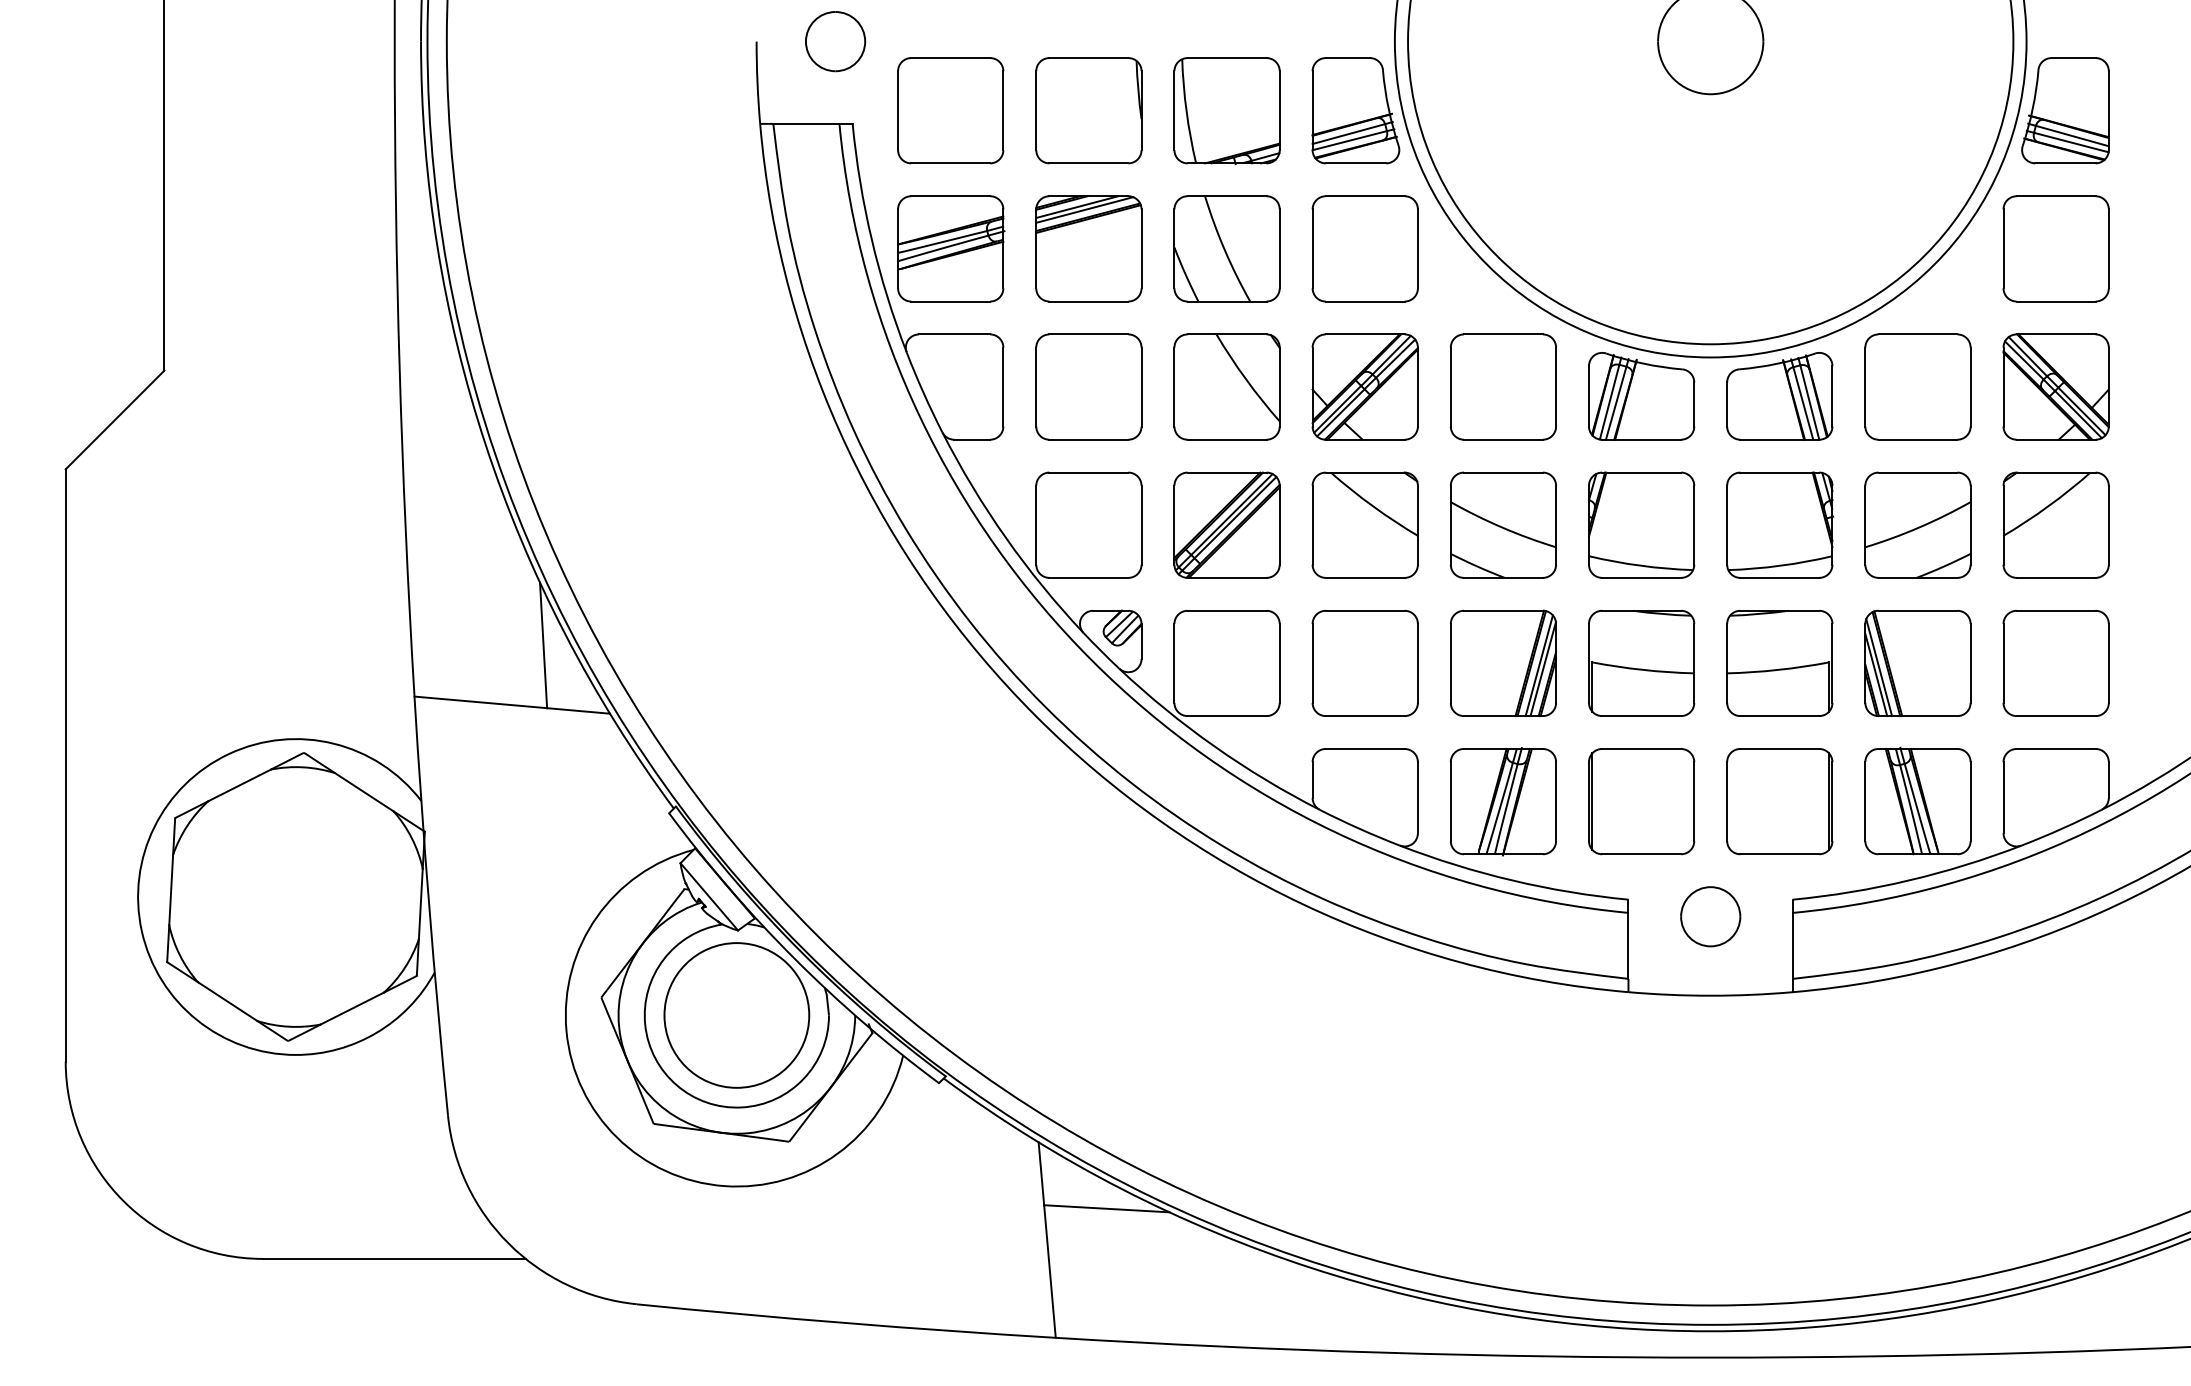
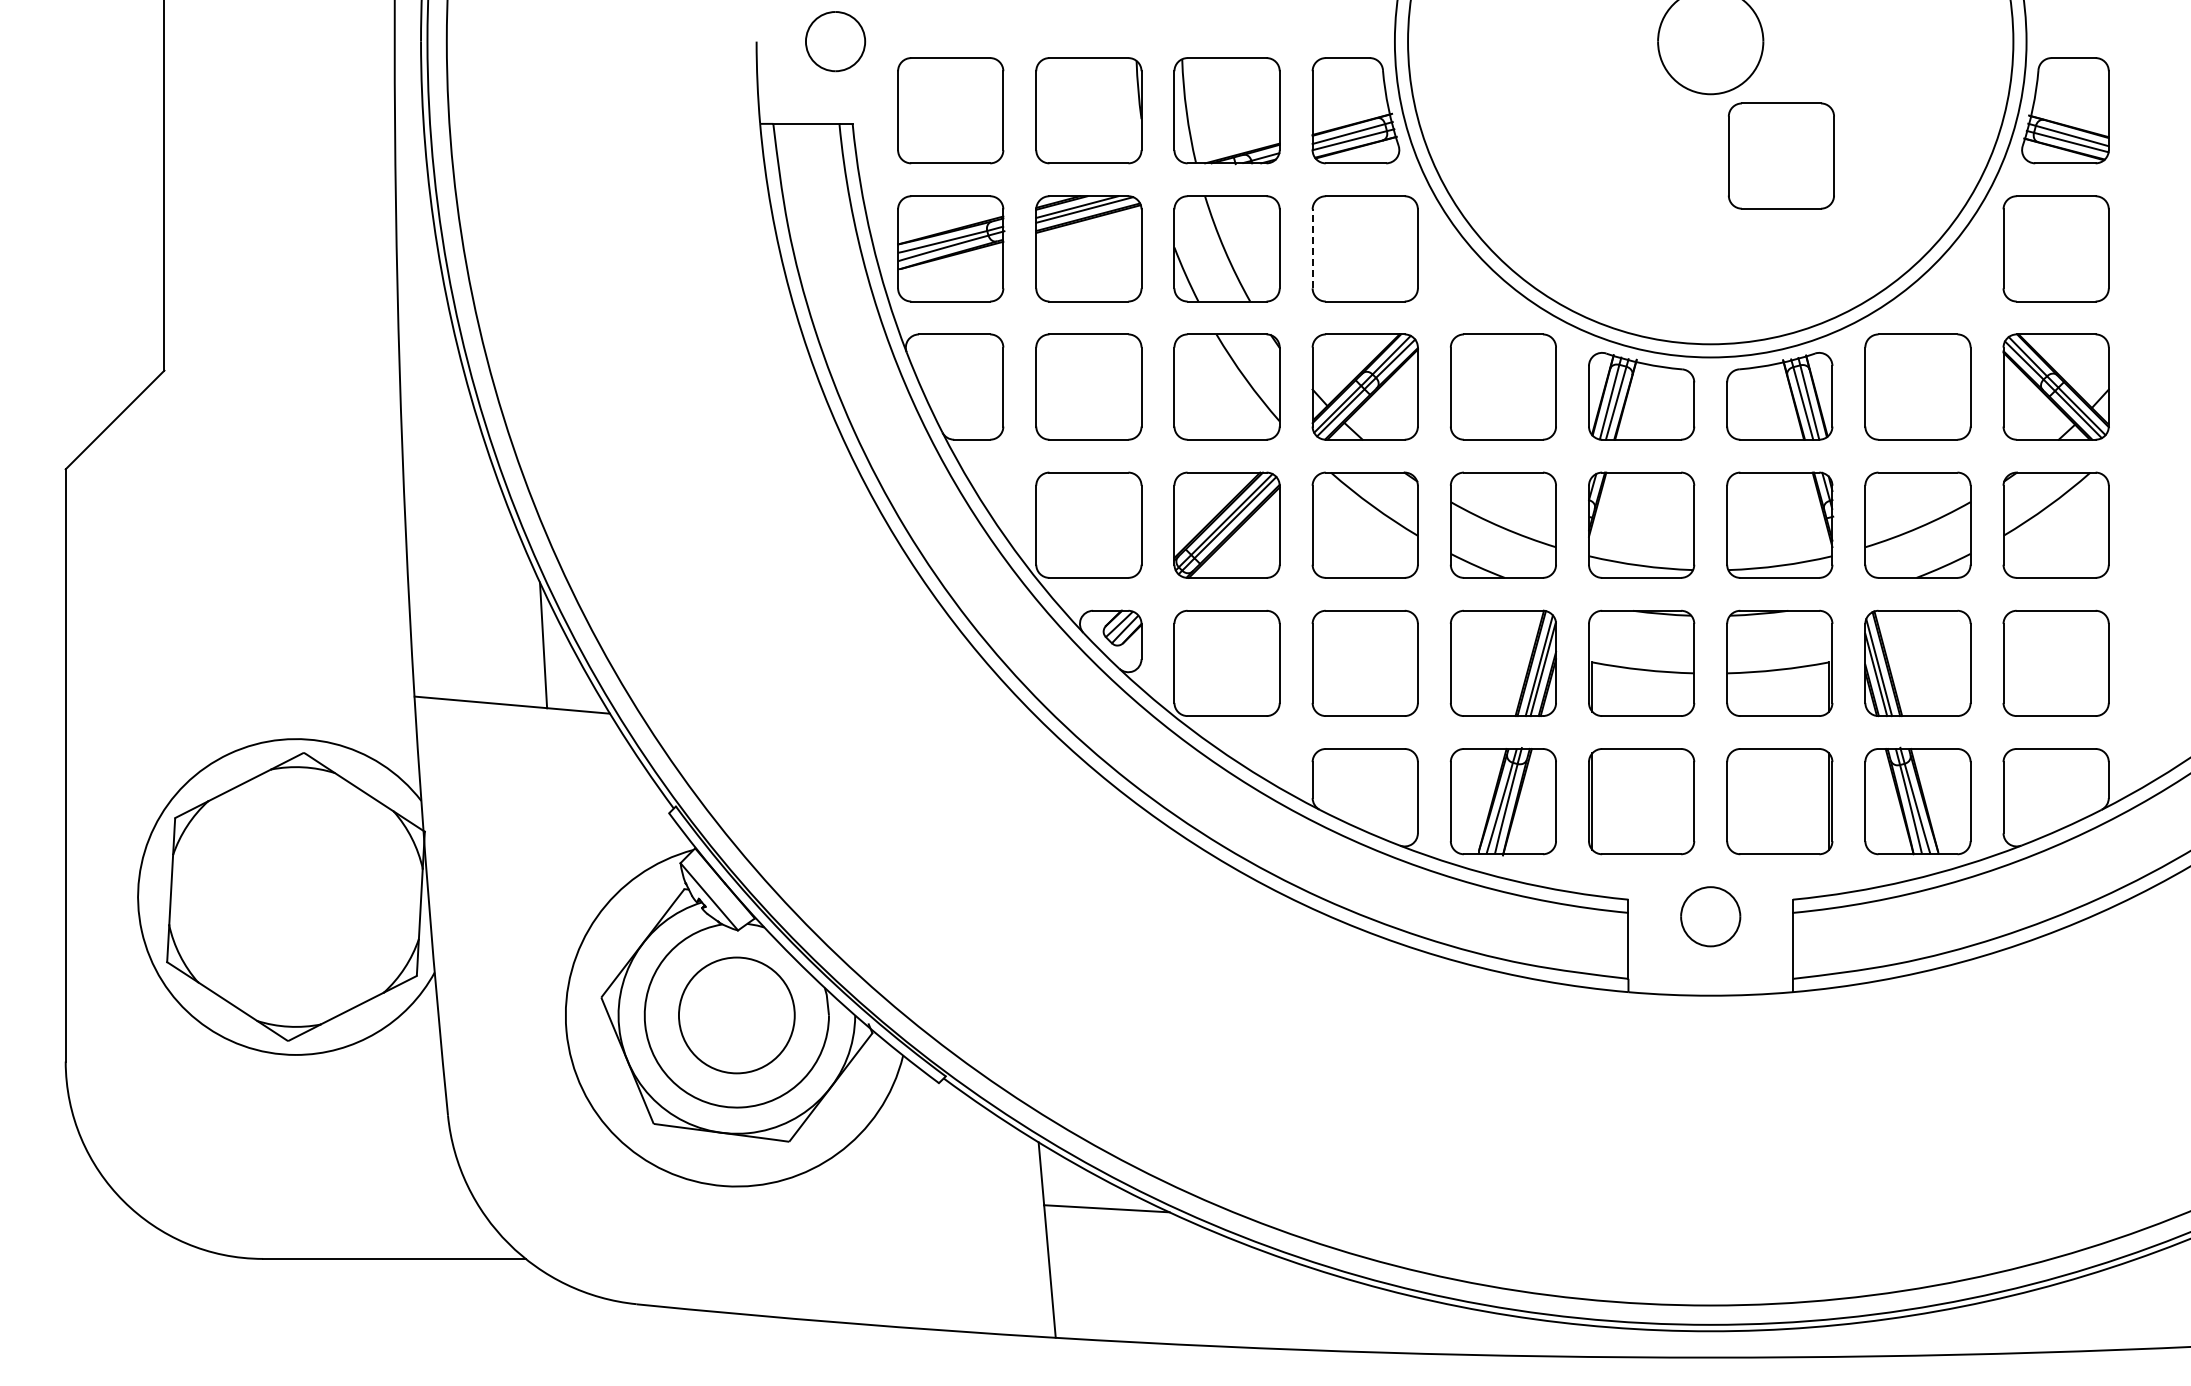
part at (1781, 155): none -> present
line at (1312, 248): solid -> dashed
circle at (736, 1015) diameter: 145 px -> 116 px
